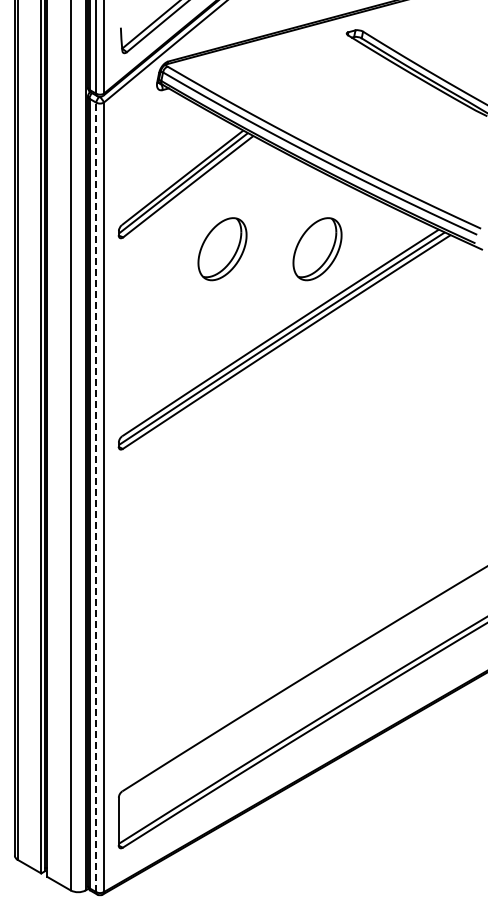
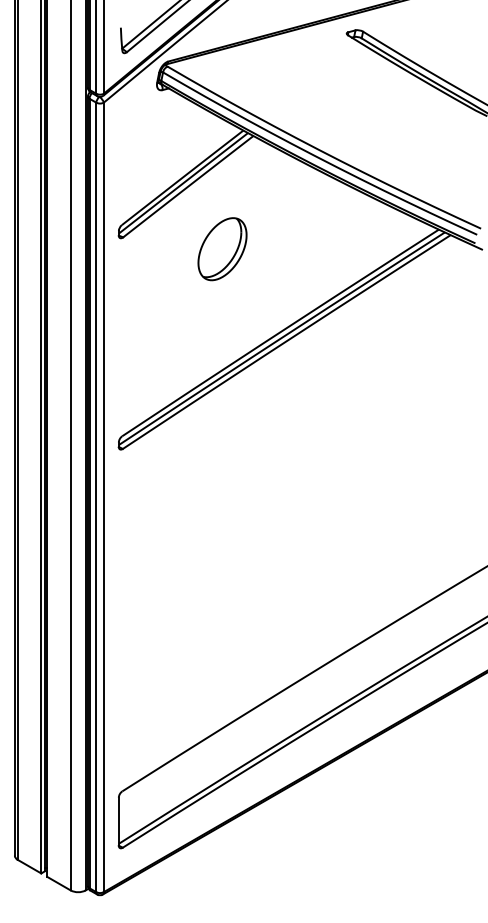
part at (317, 249): present -> none
line at (96, 497): dashed -> solid
